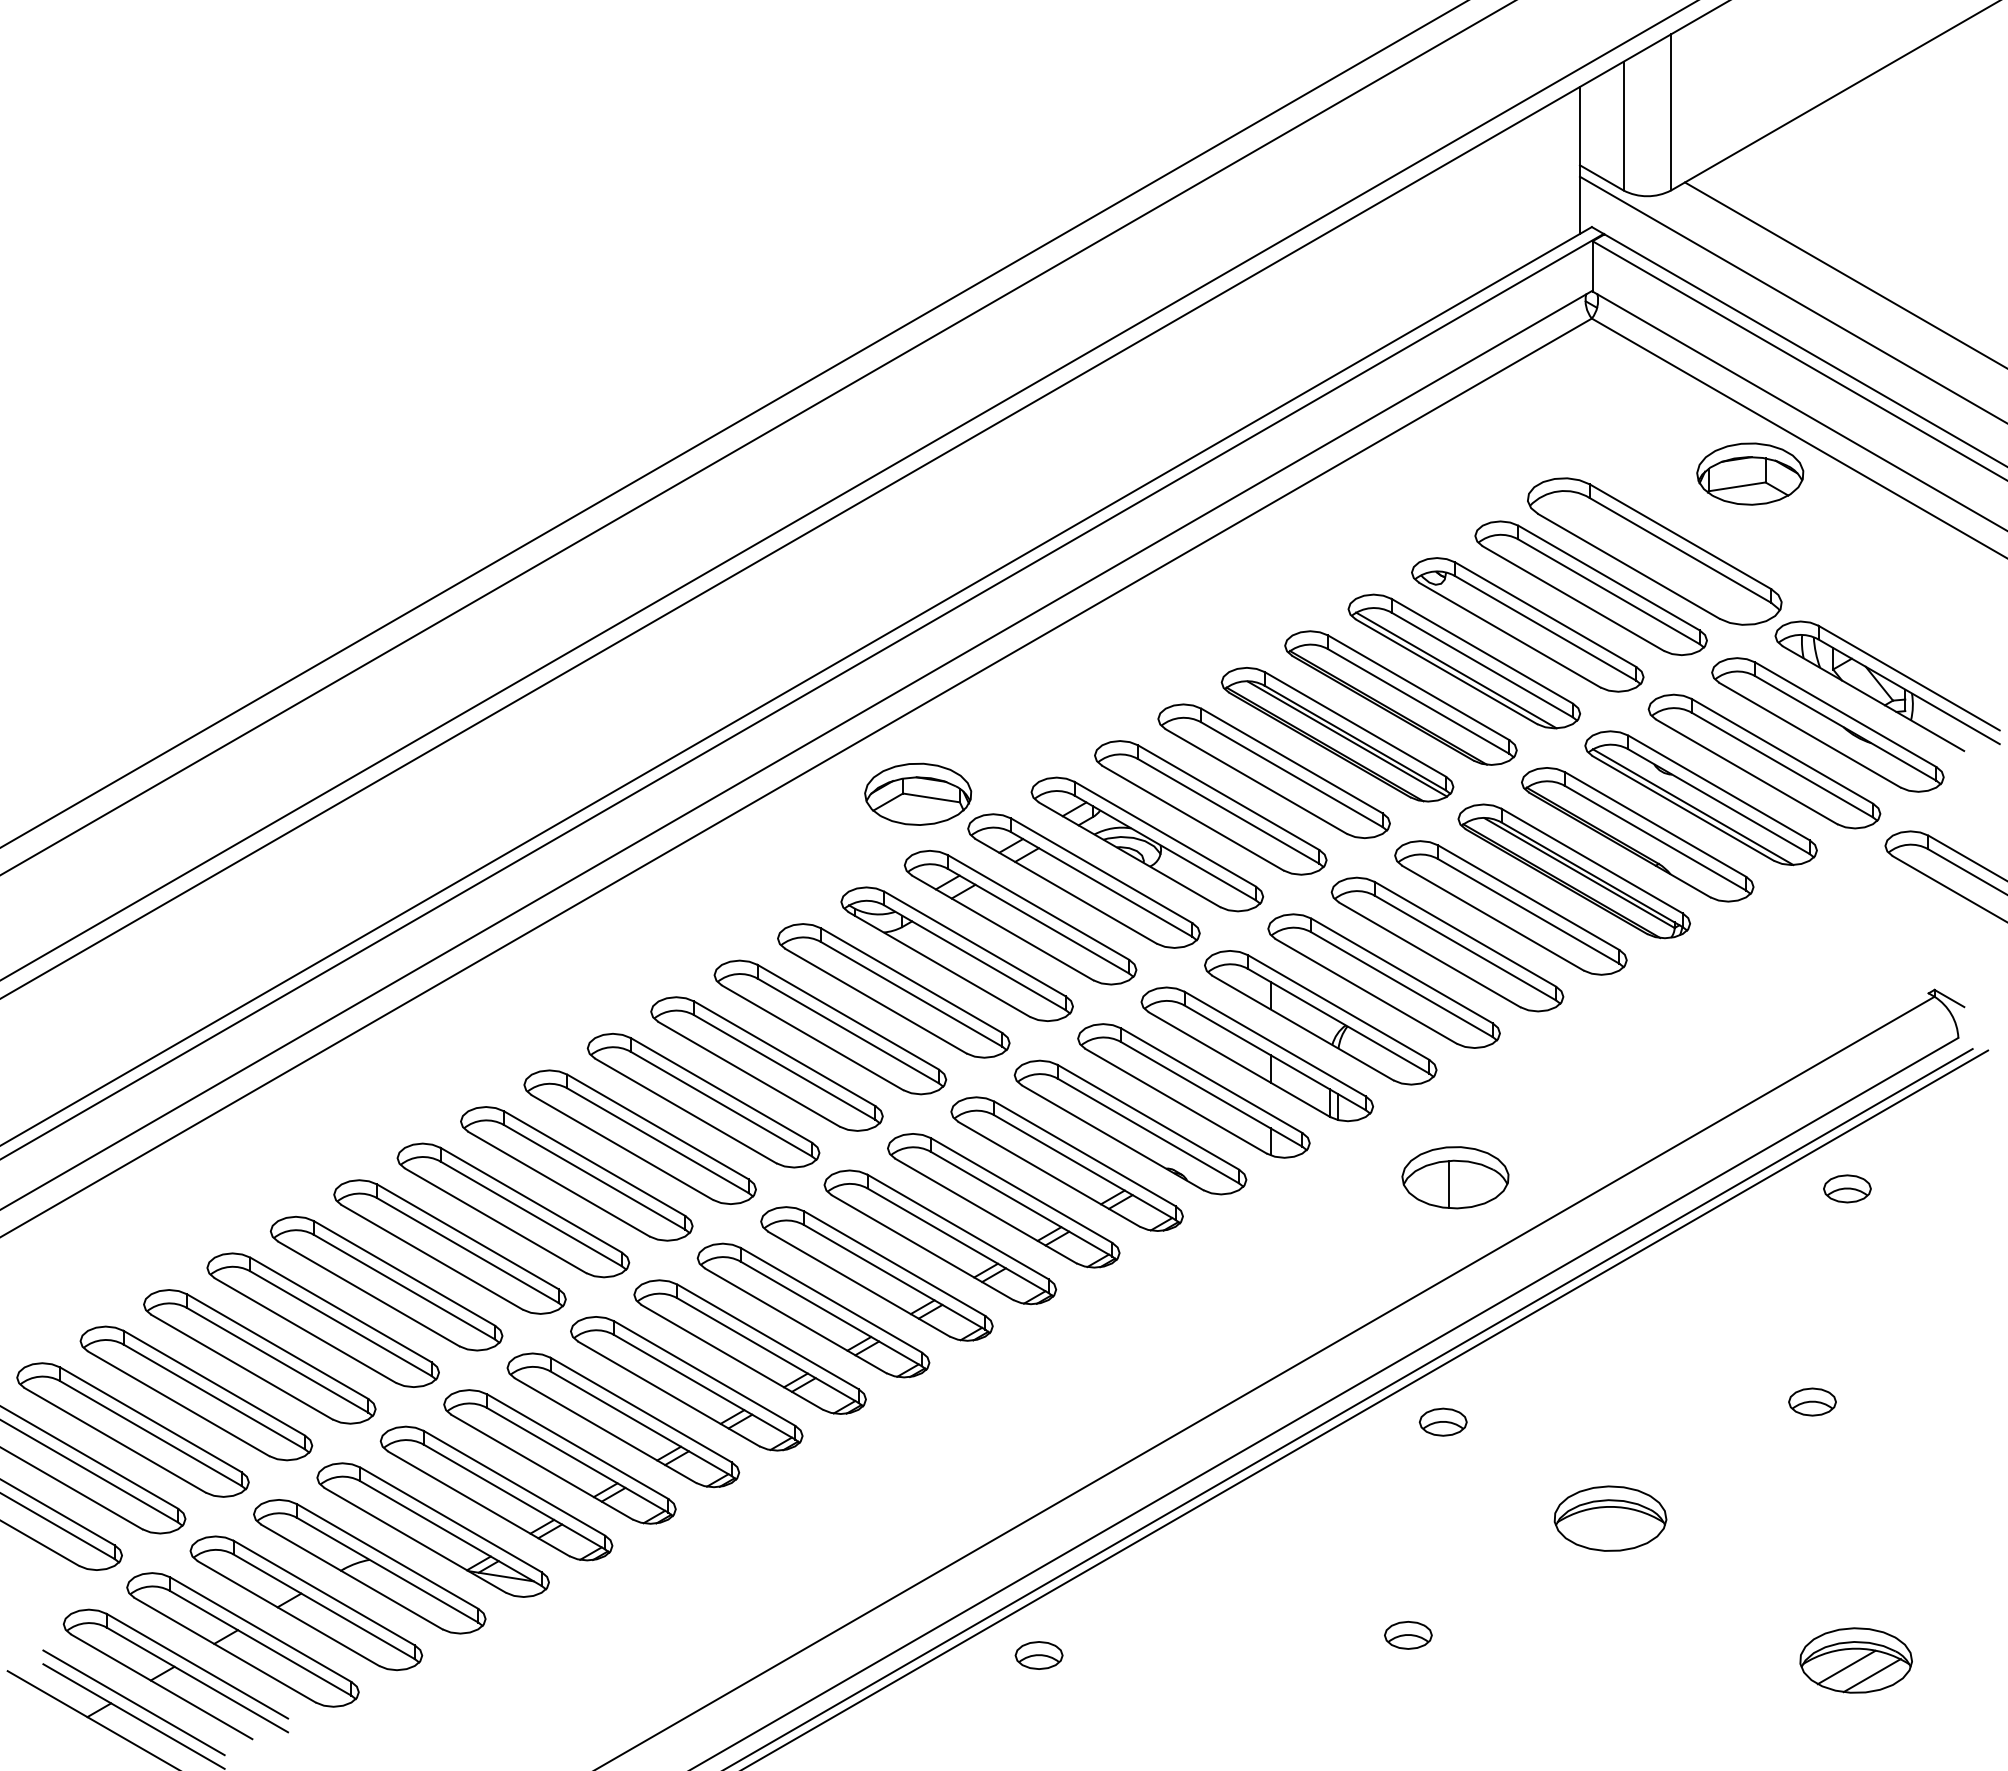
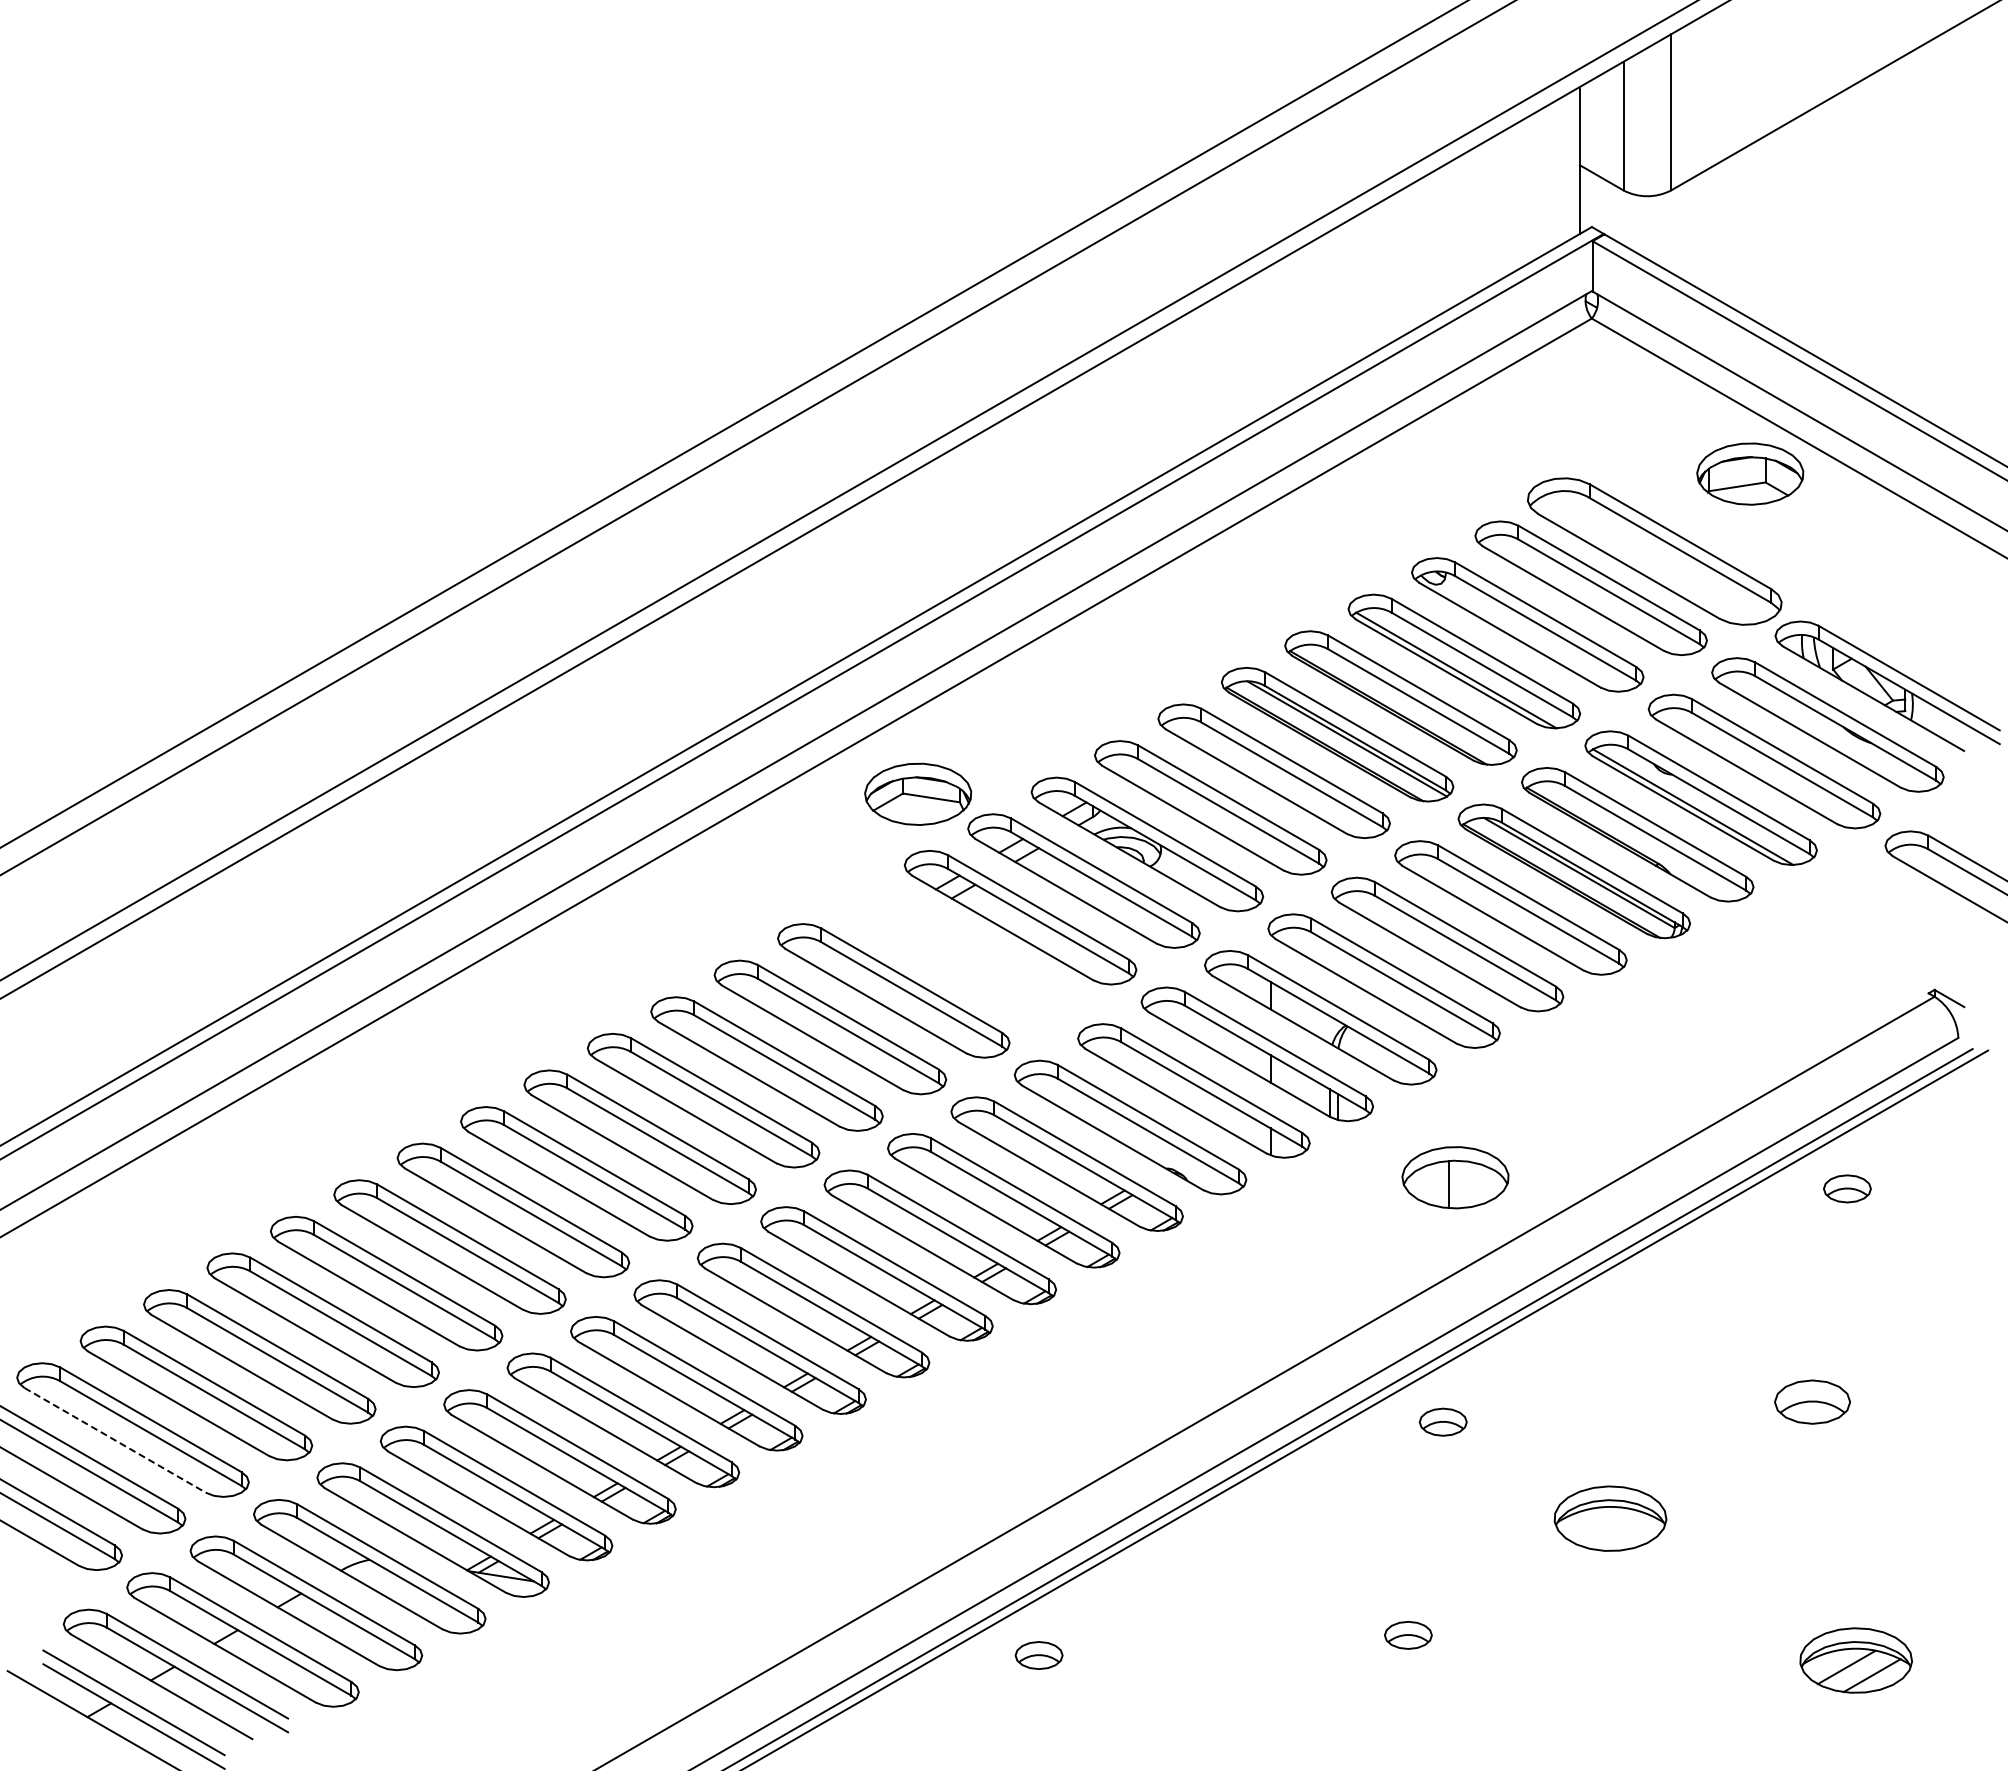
line at (1844, 274): present -> none
line at (1791, 298): present -> none
part at (956, 953): present -> none
part at (1812, 1401) size: 49x30 px -> 78x46 px
line at (115, 1440): solid -> dashed
